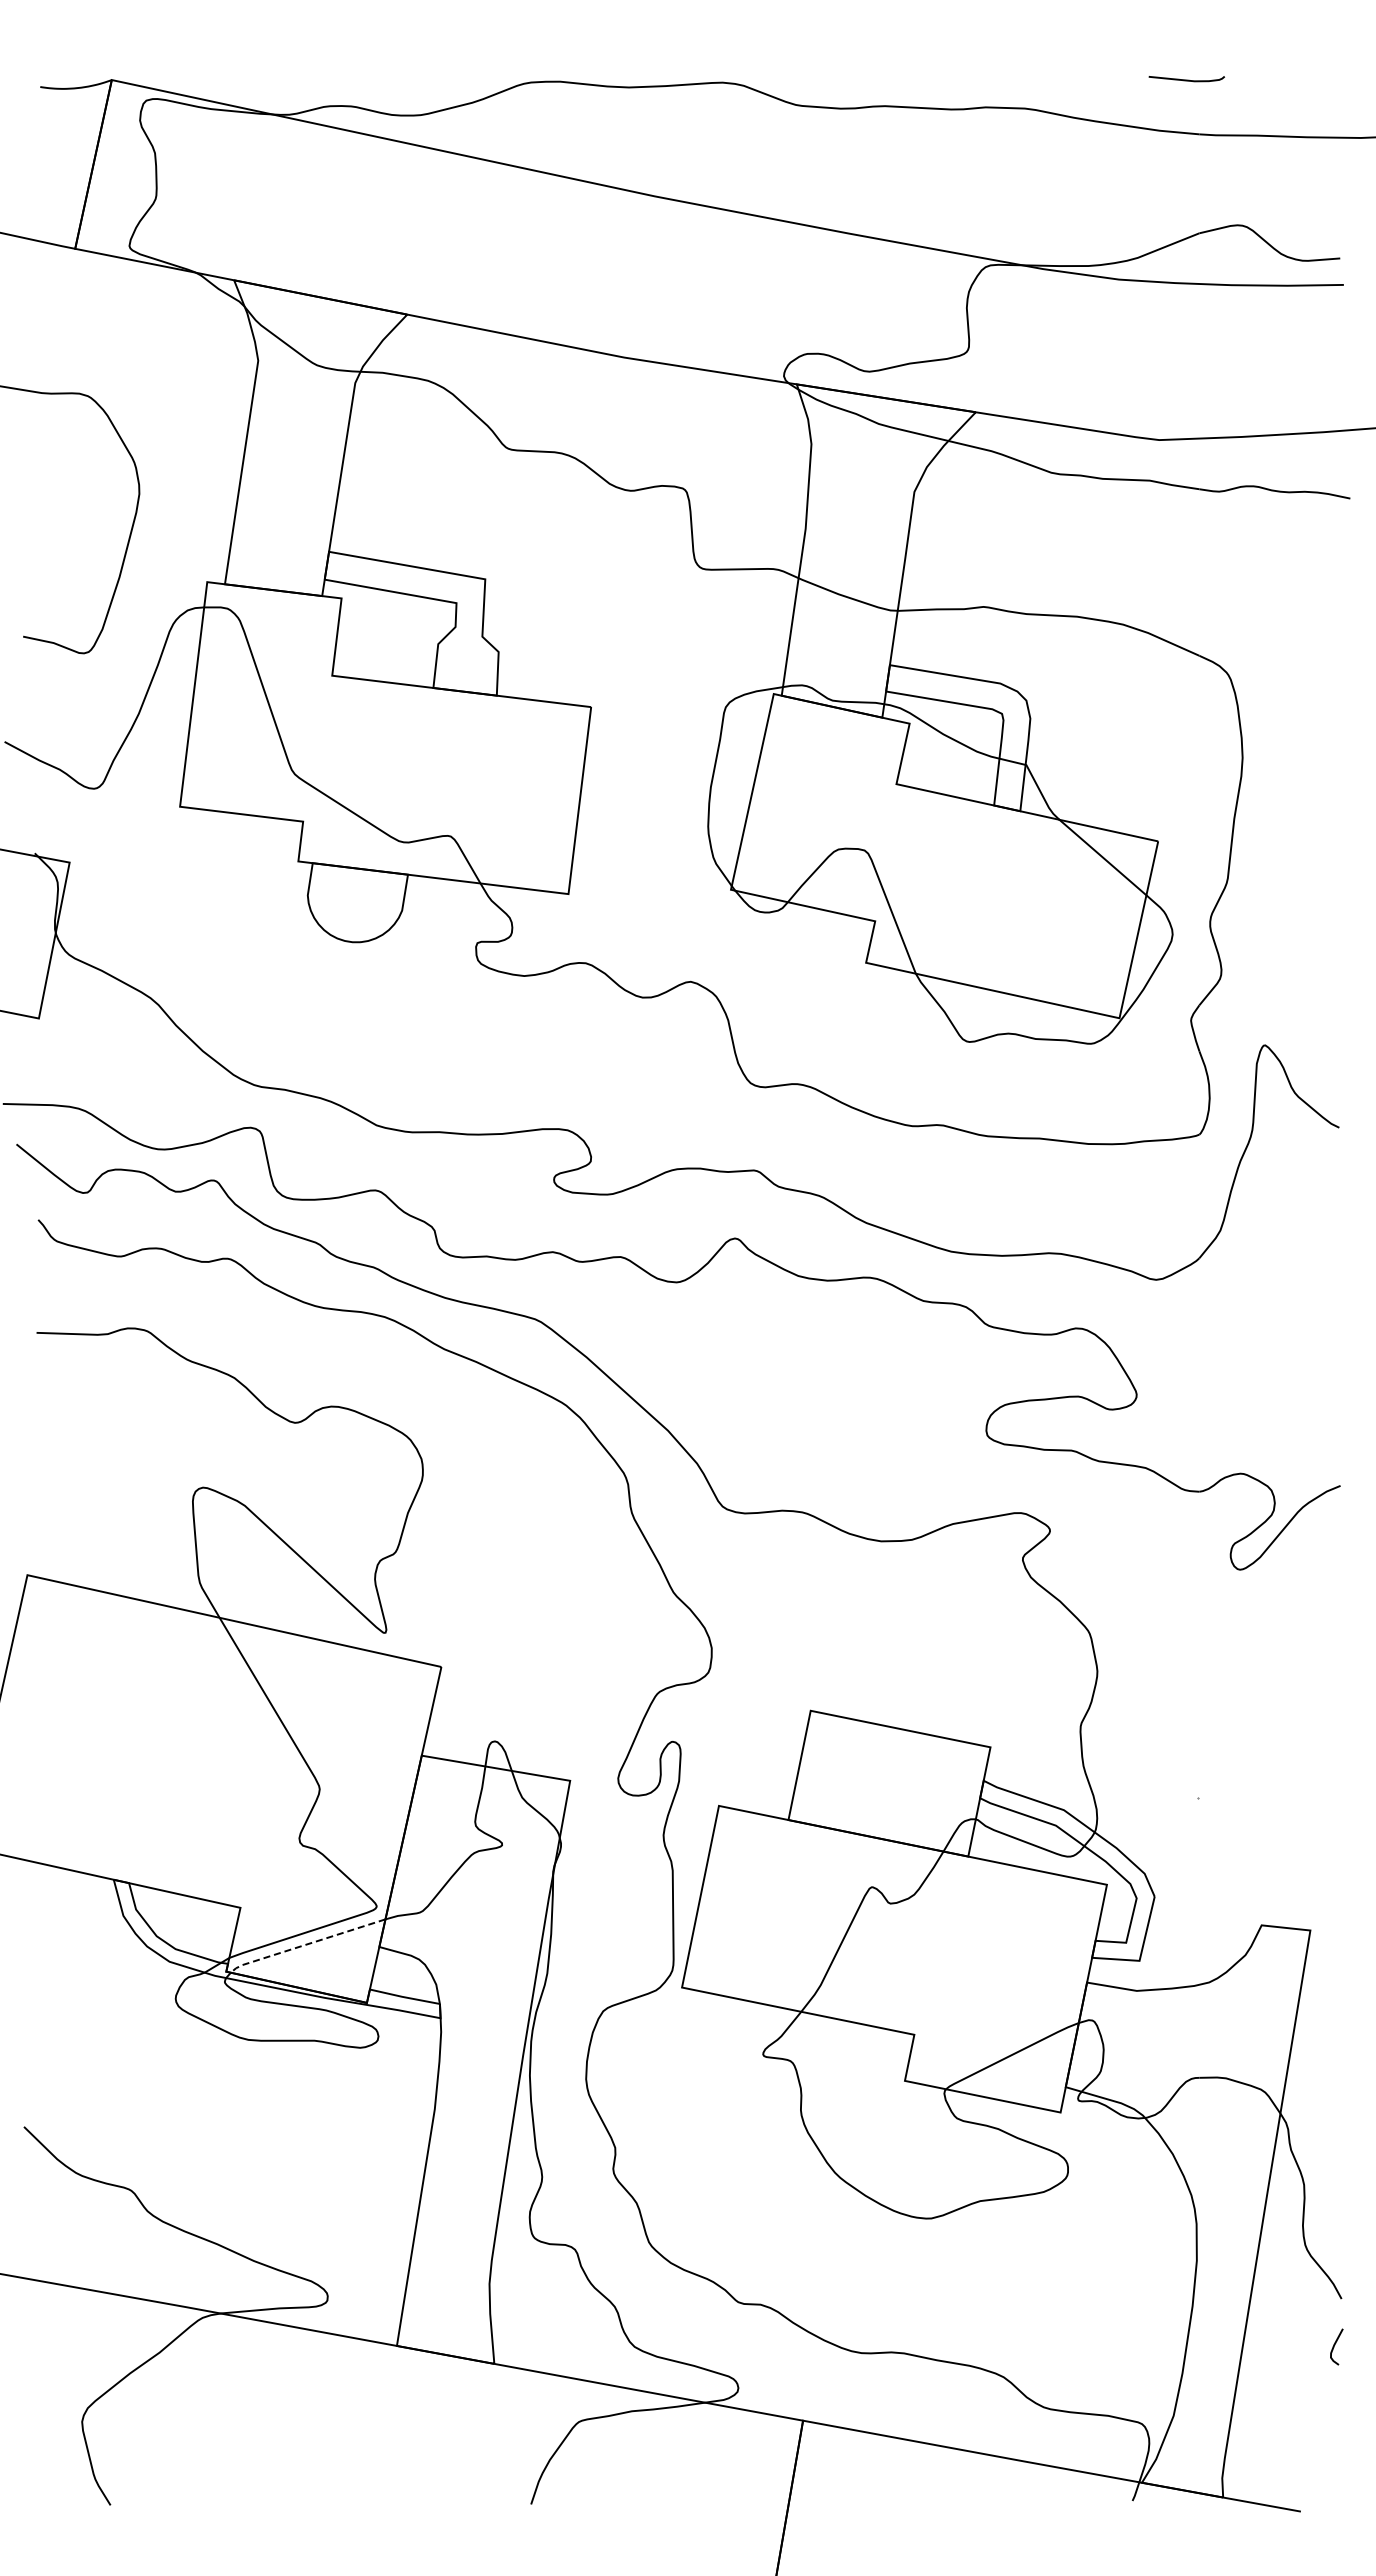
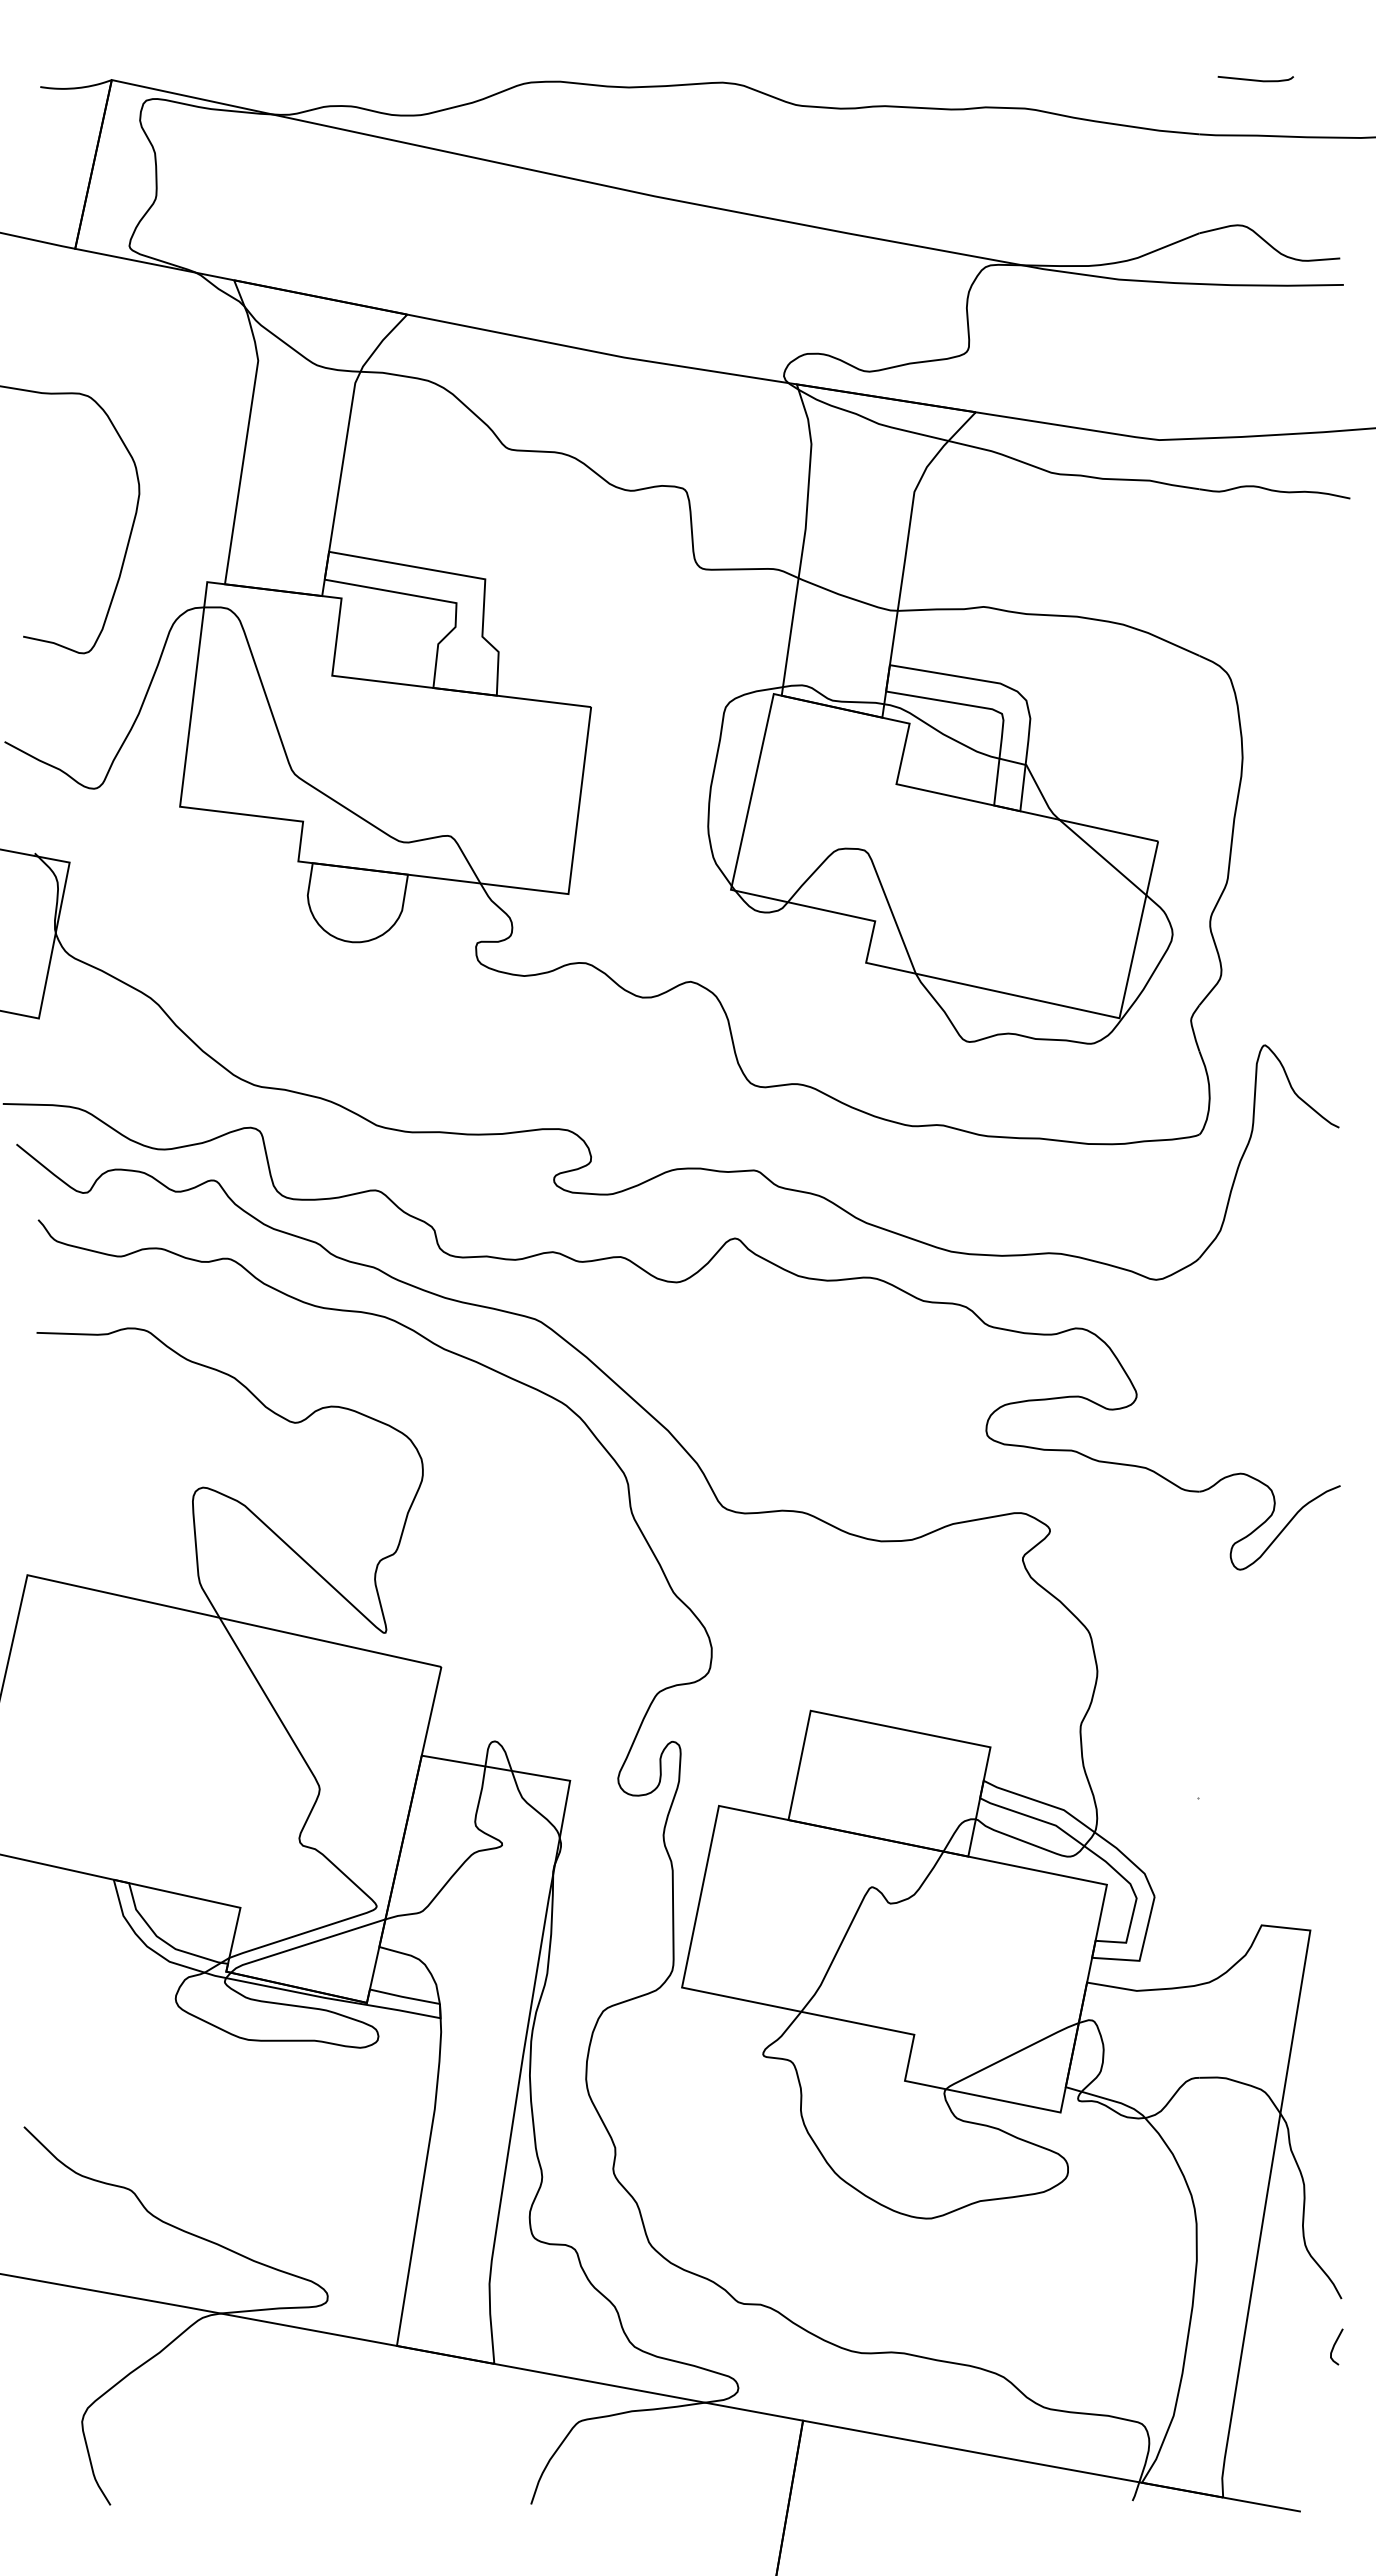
curve at (1186, 79) position: (1186, 79) -> (1255, 79)
line at (305, 1944): dashed -> solid
